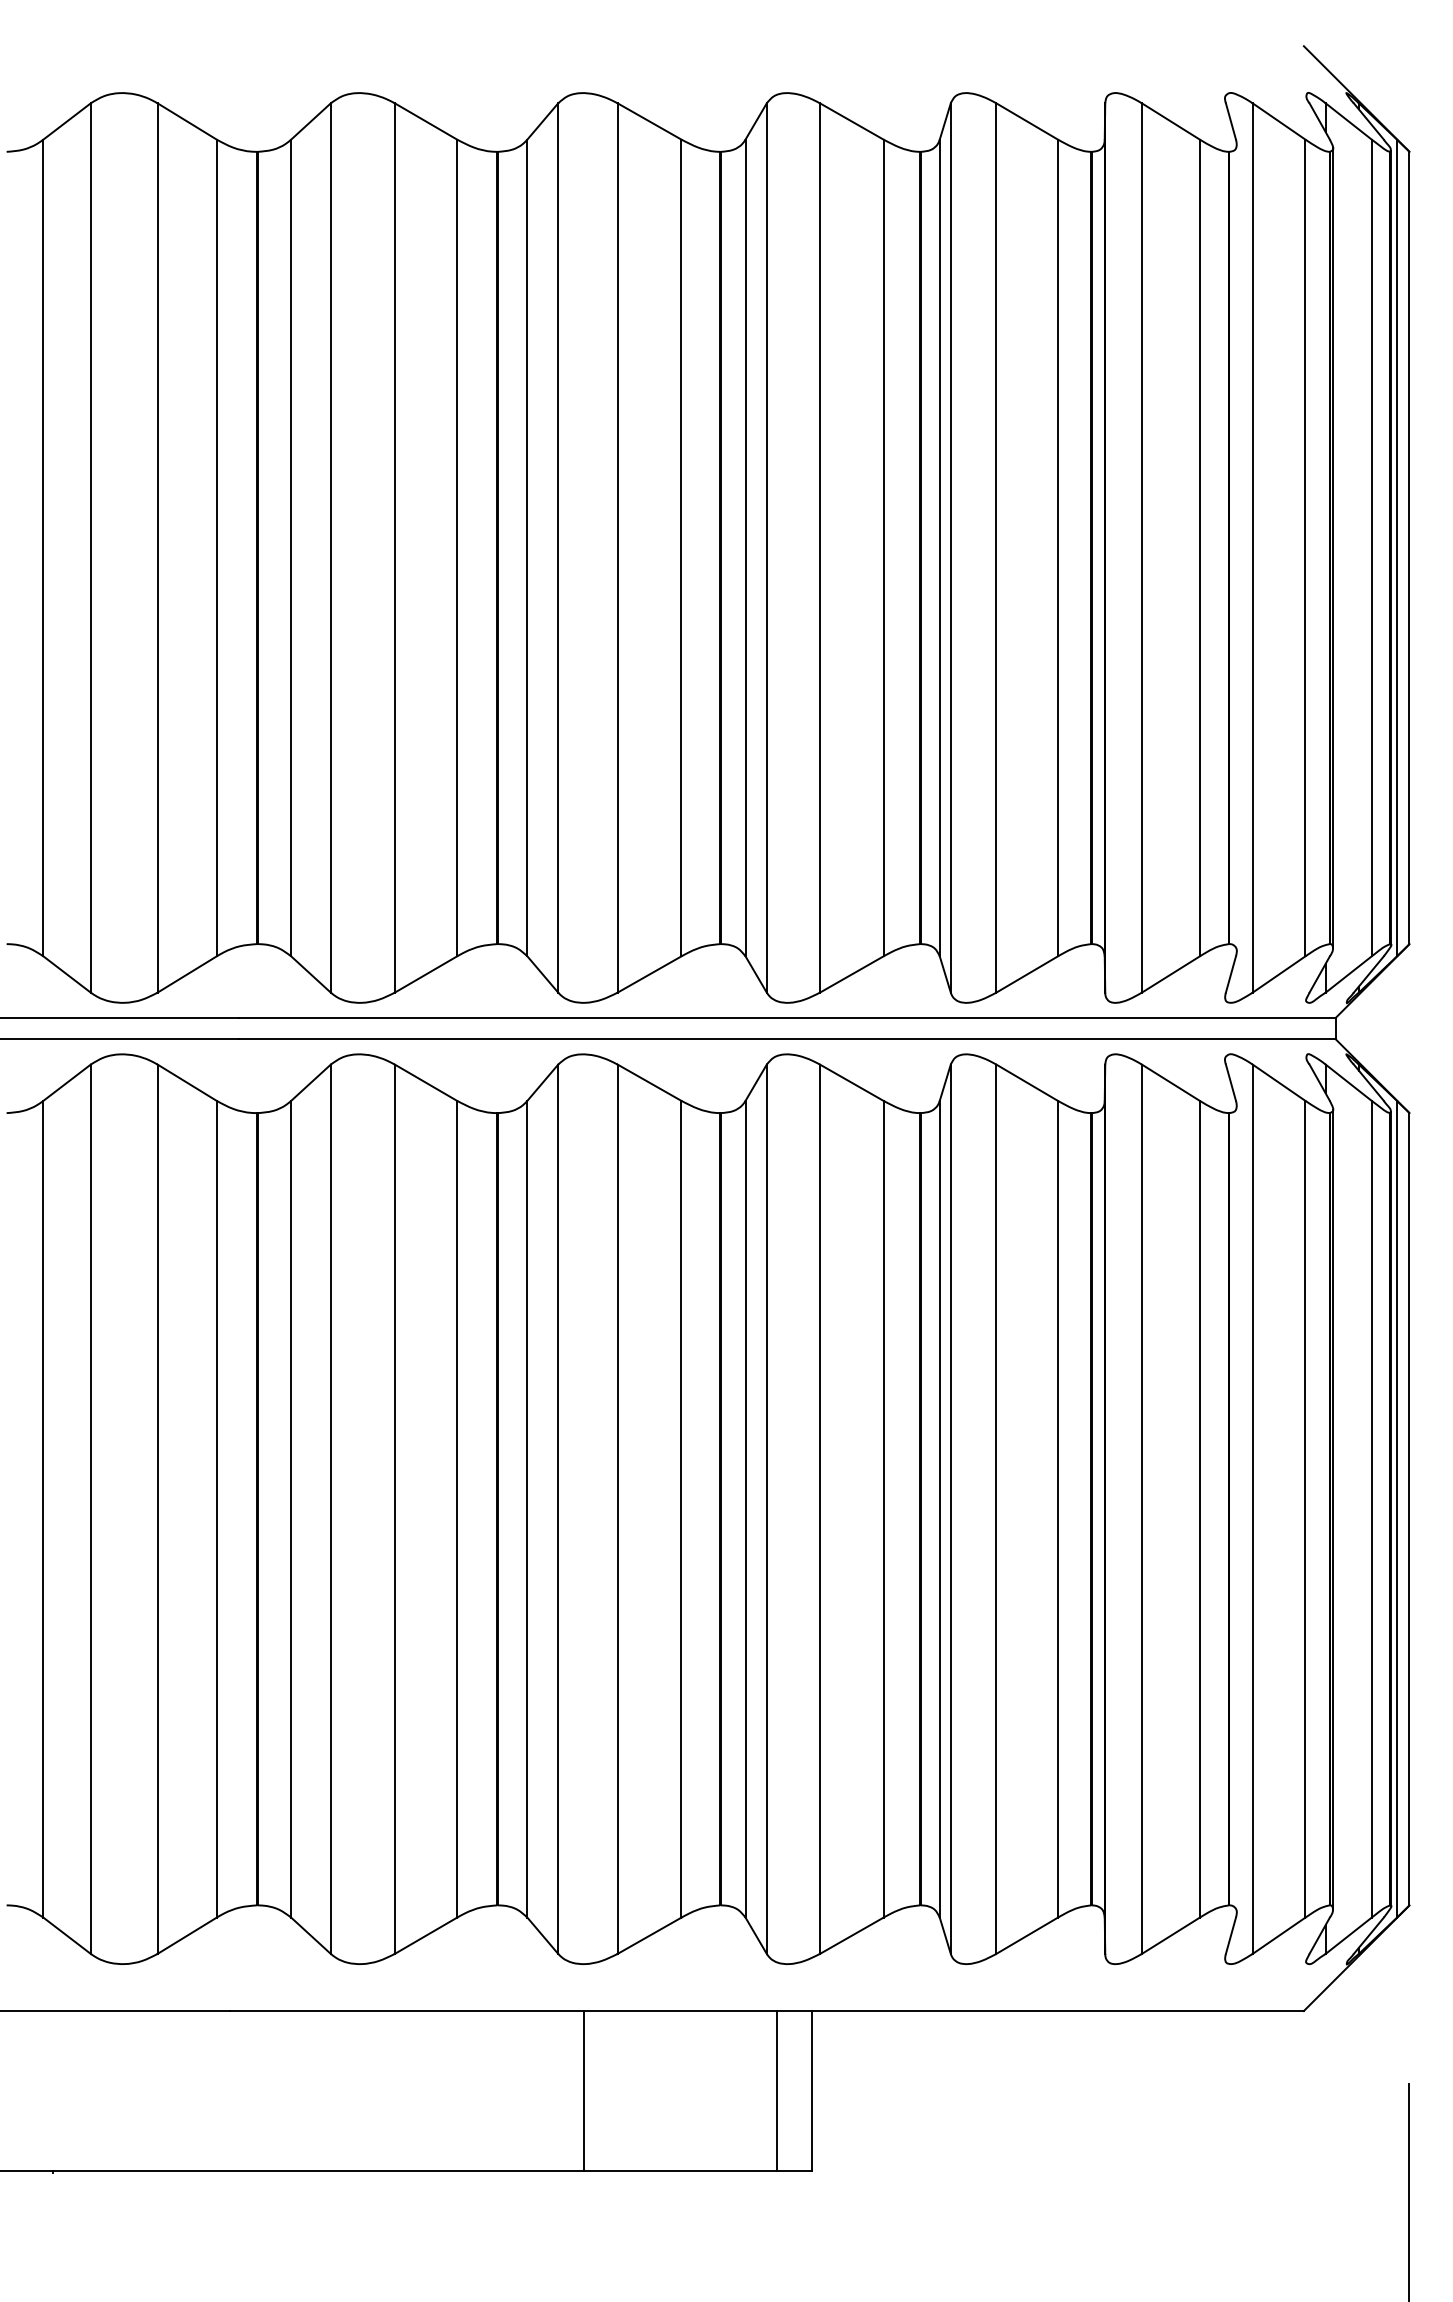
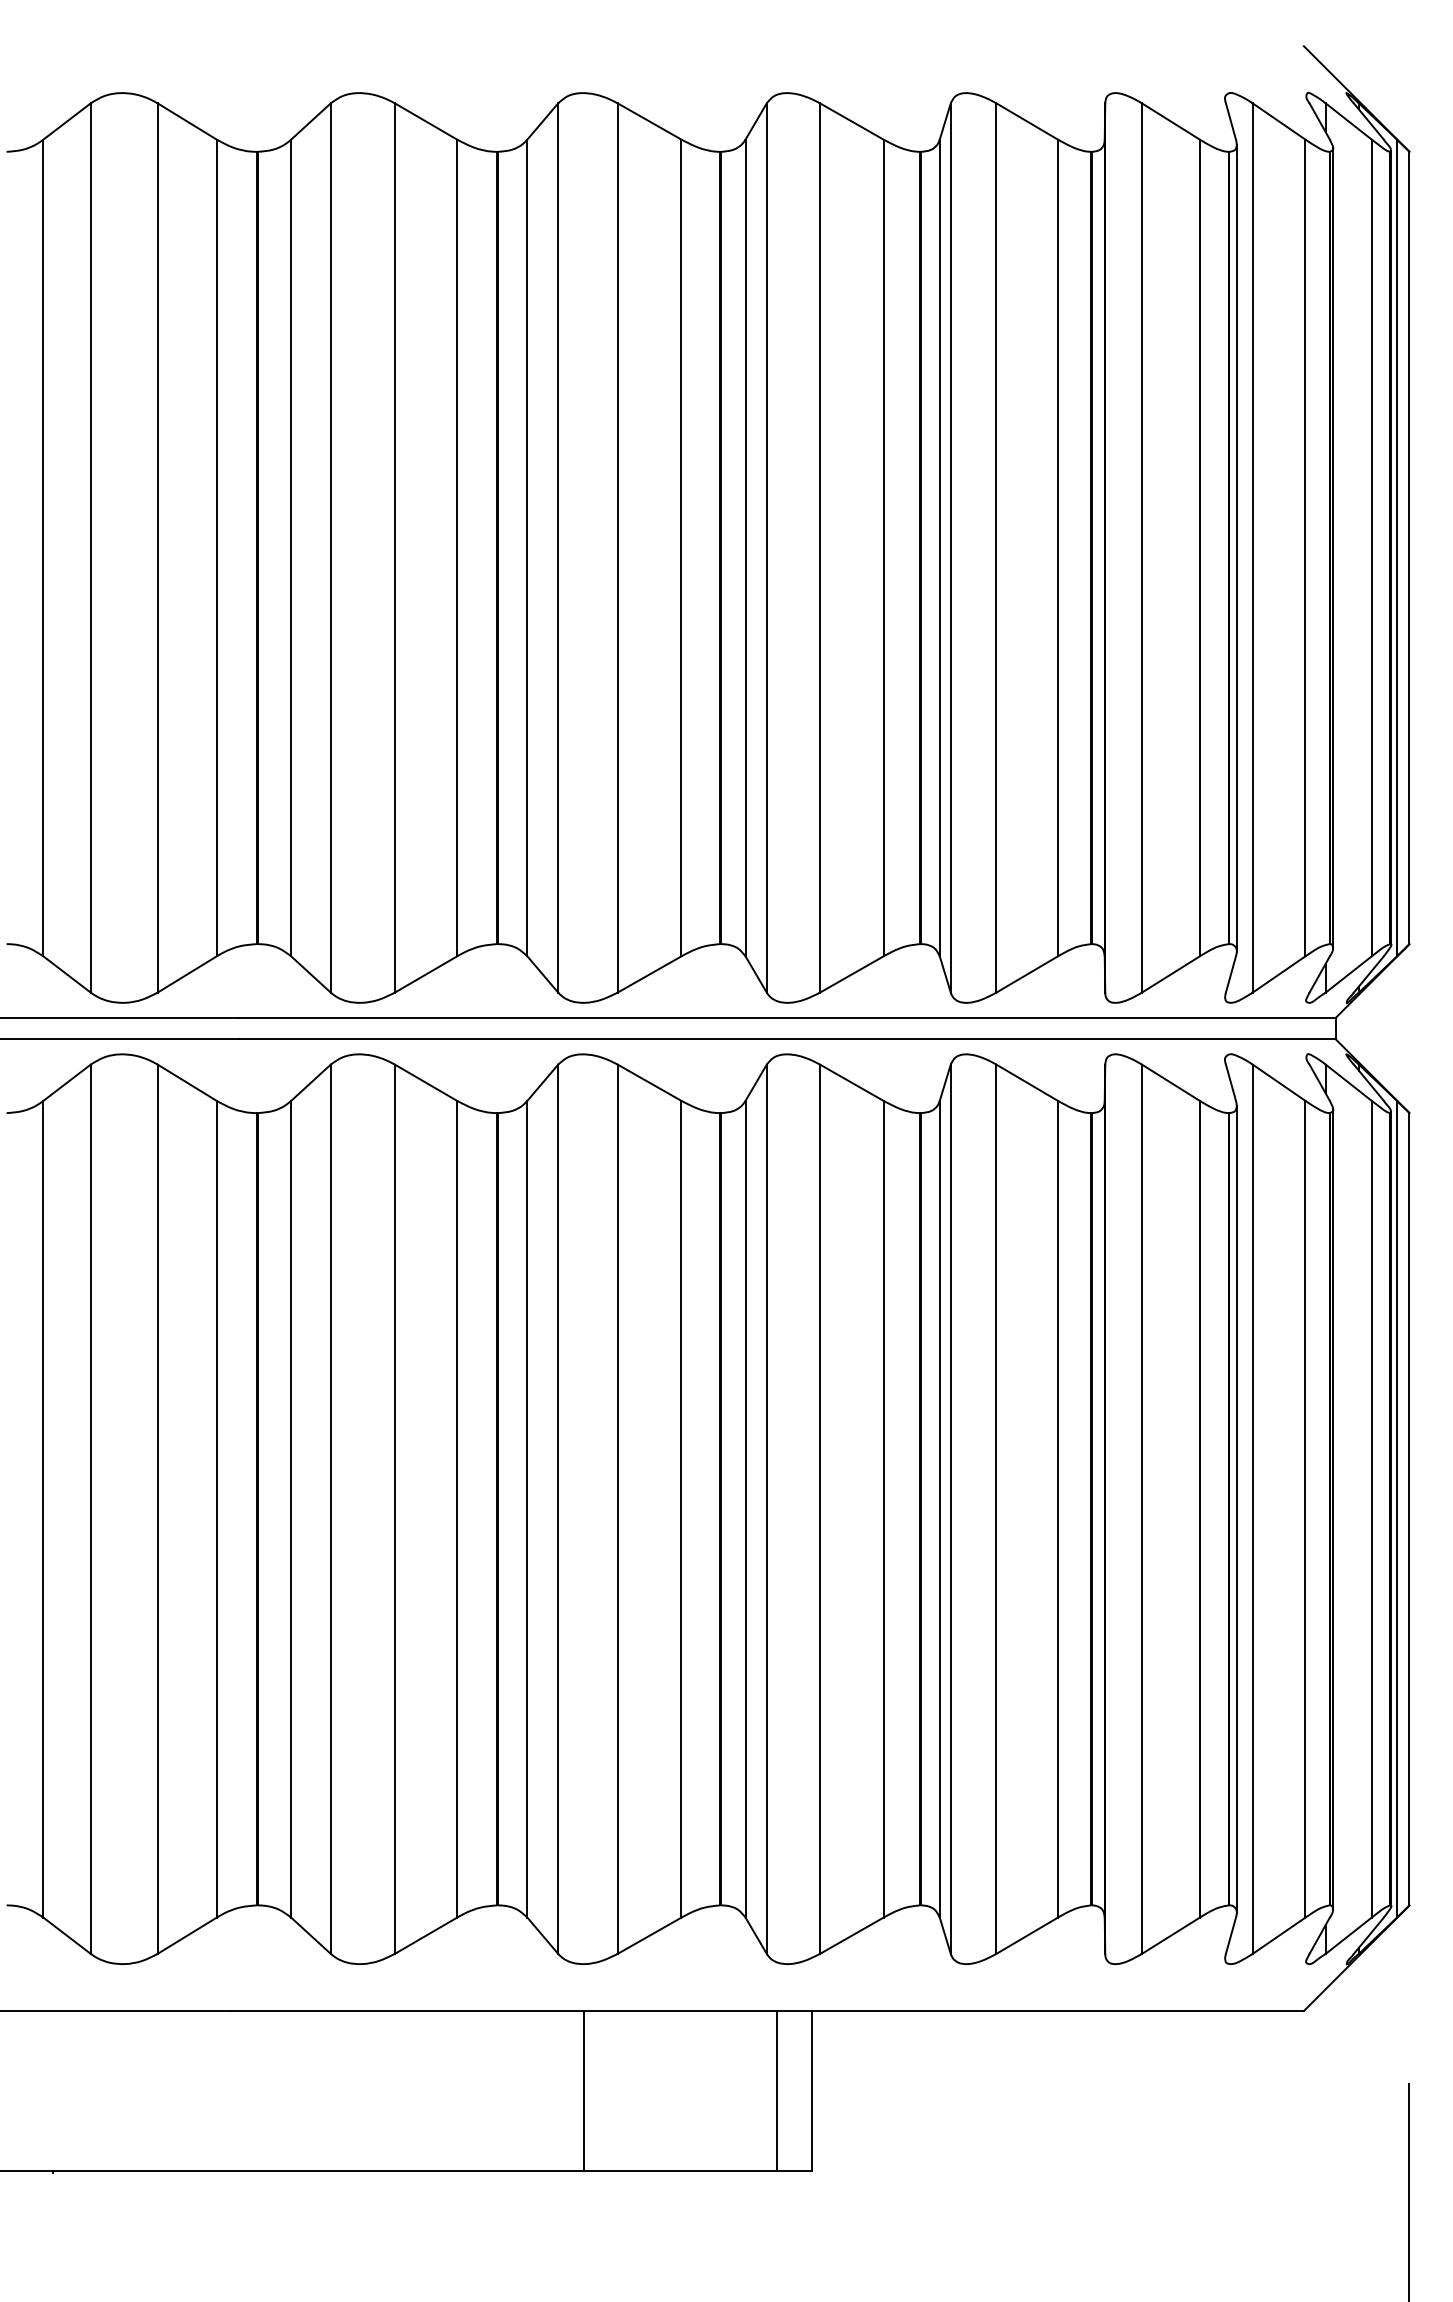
line at (1236, 547): none -> present
line at (1236, 1508): none -> present
